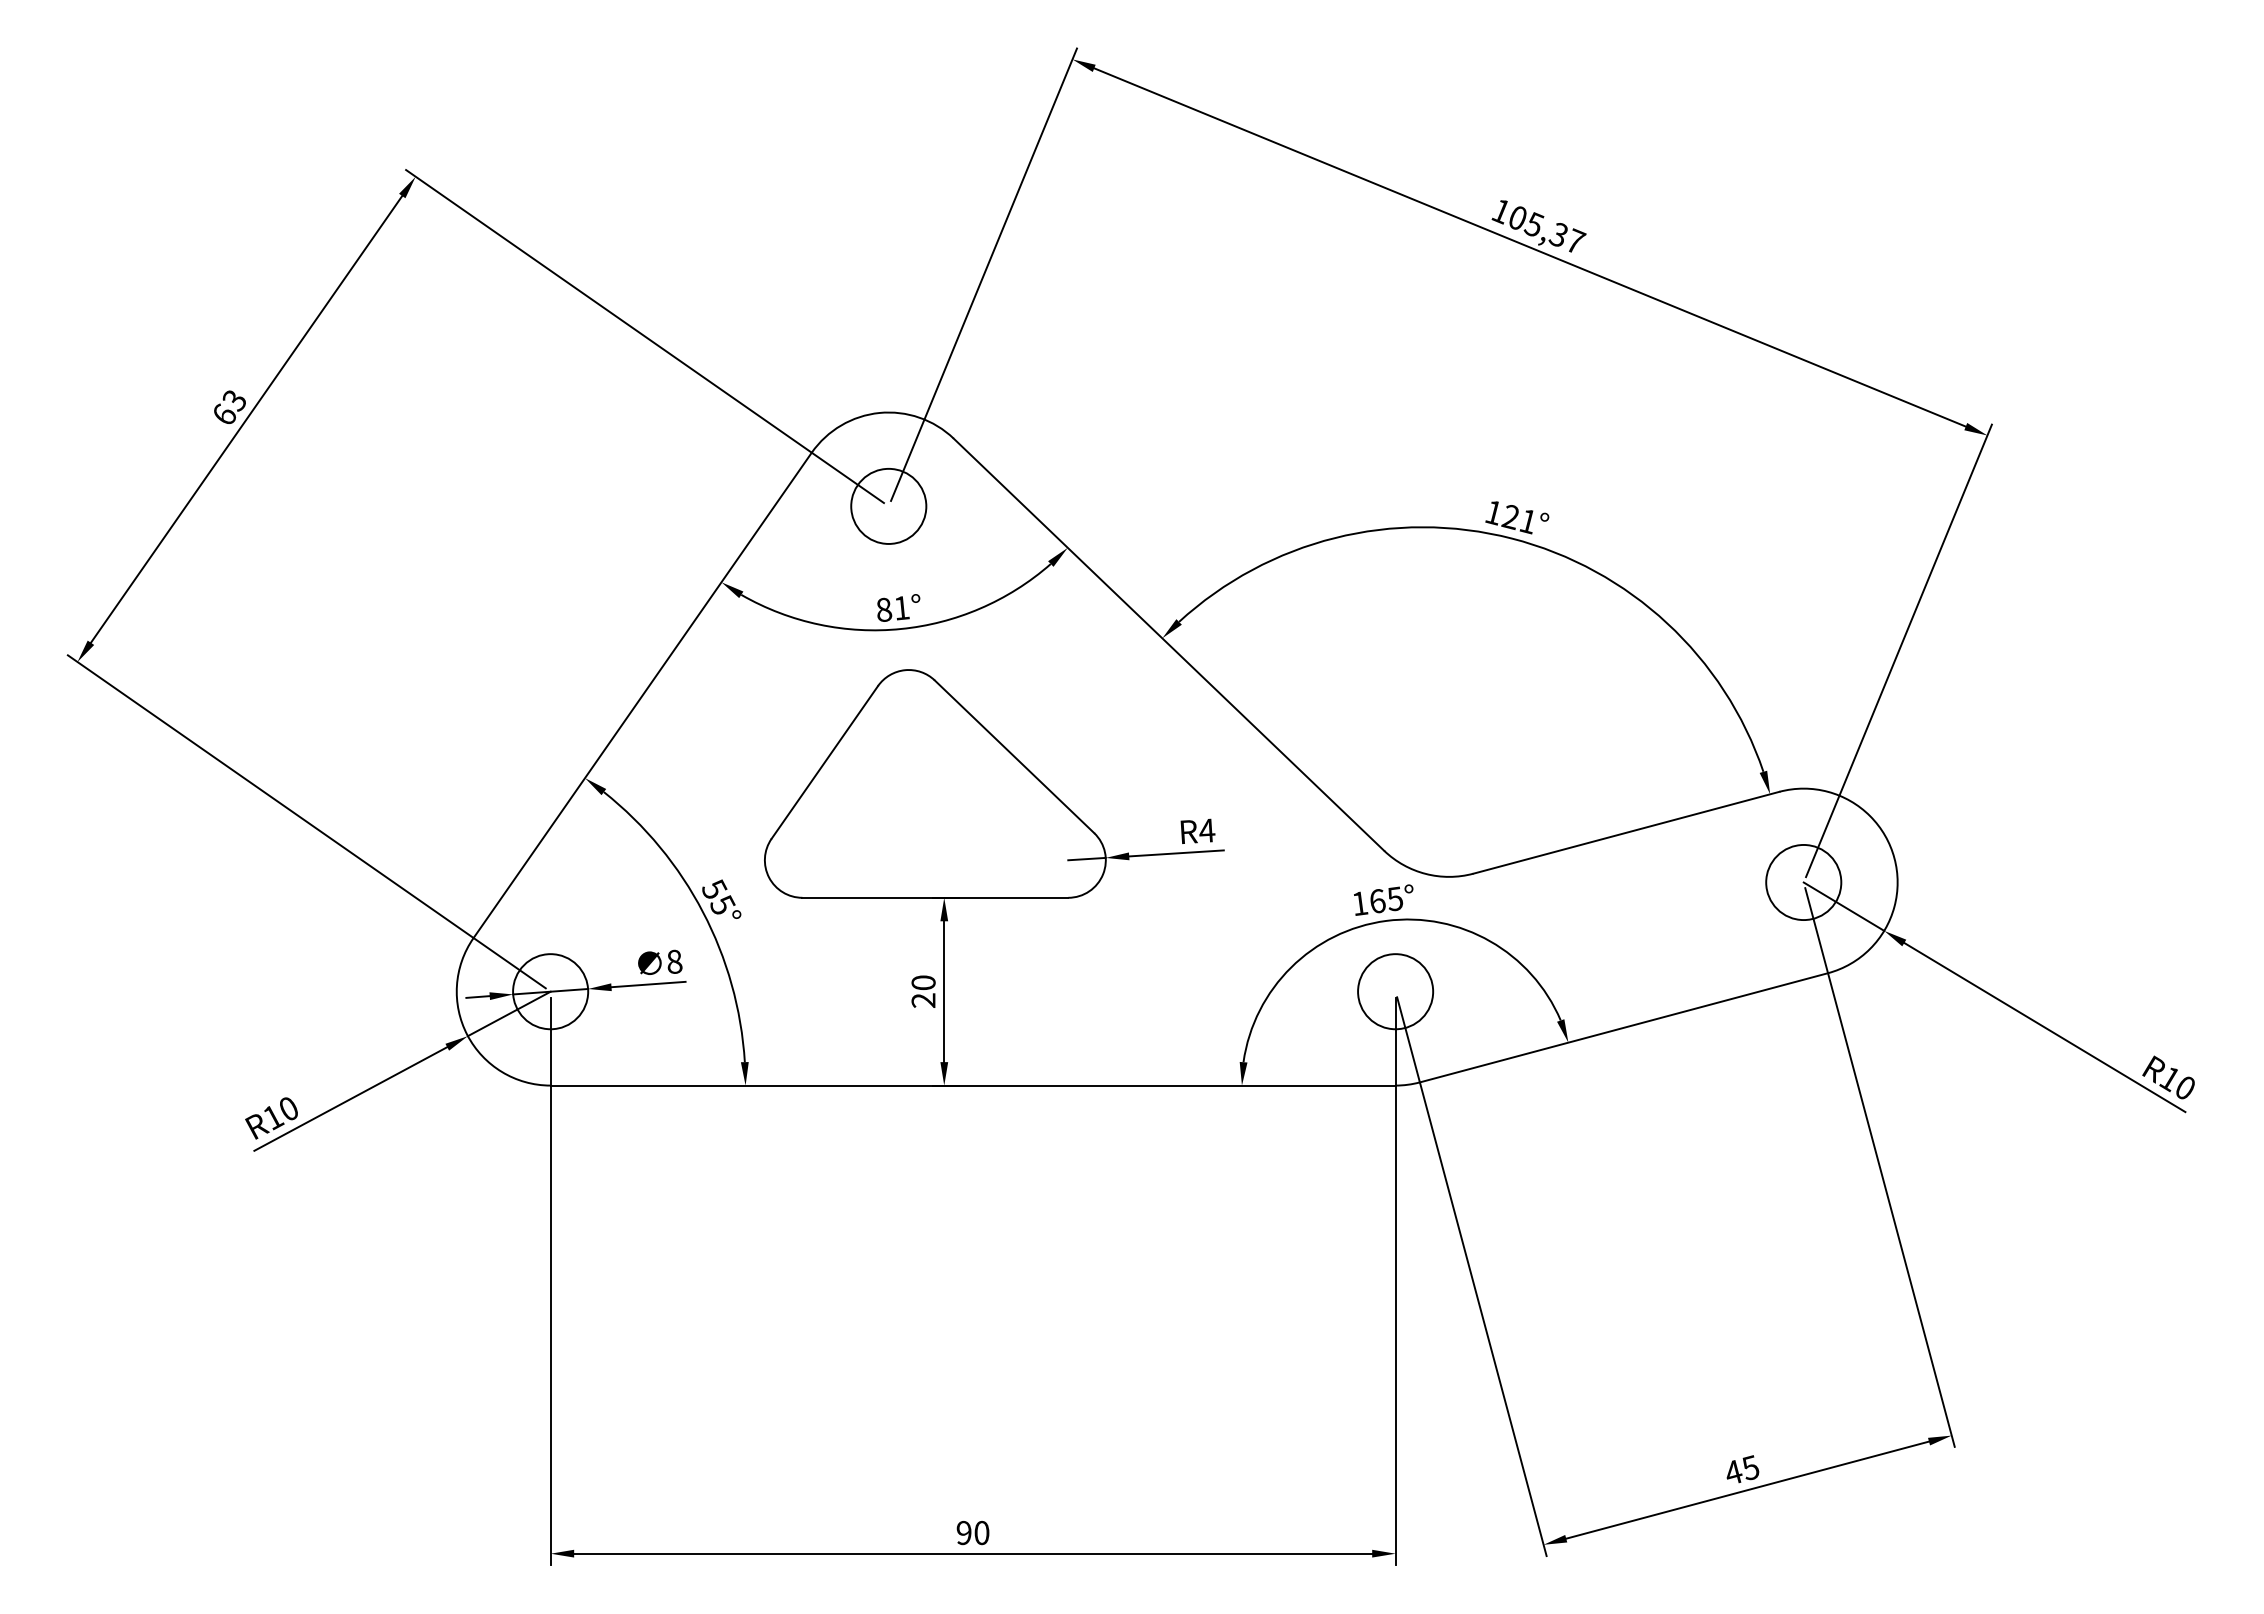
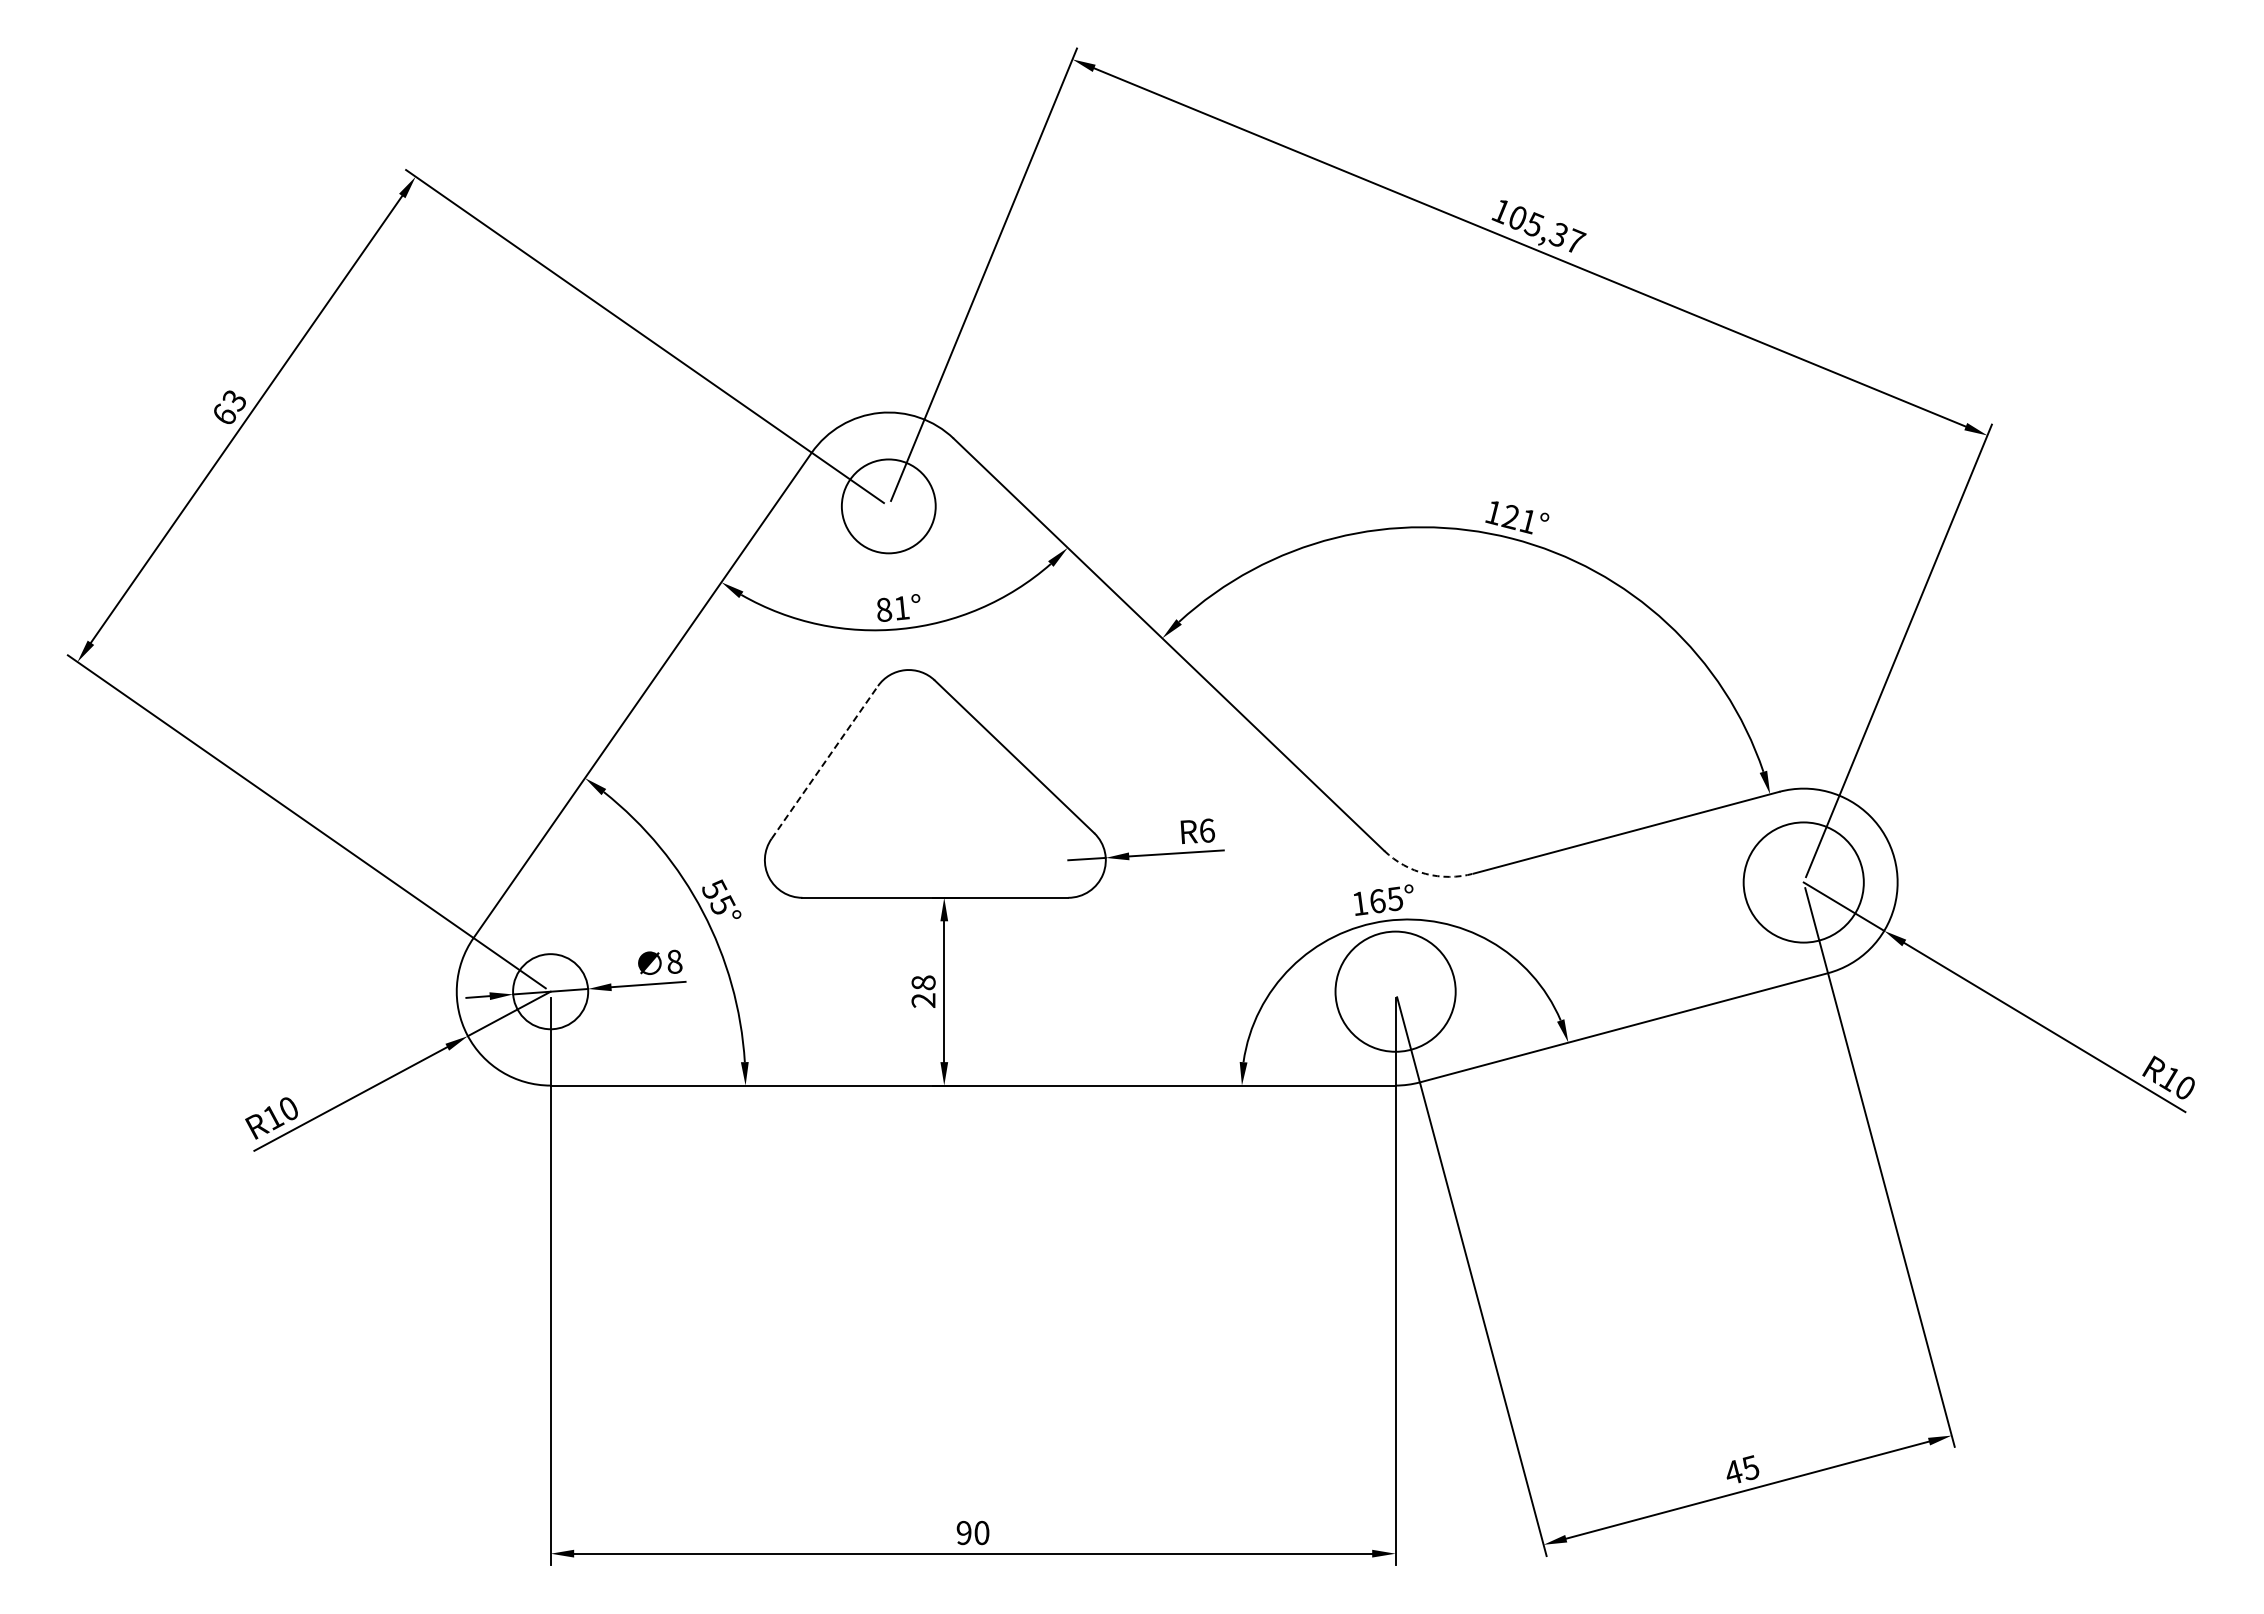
circle at (888, 505) diameter: 75 px -> 94 px
line at (825, 762): solid -> dashed
text at (1207, 830): R4 -> R6
arc at (1425, 873): solid -> dashed
circle at (1803, 882) diameter: 75 px -> 120 px
text at (923, 982): 20 -> 28
circle at (1395, 991) diameter: 75 px -> 120 px
